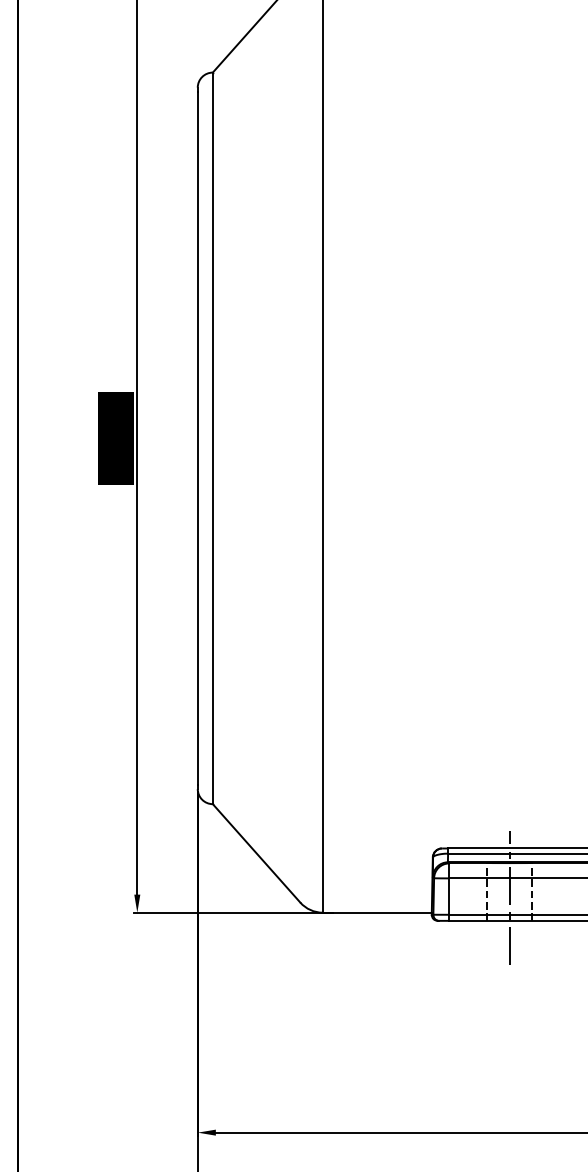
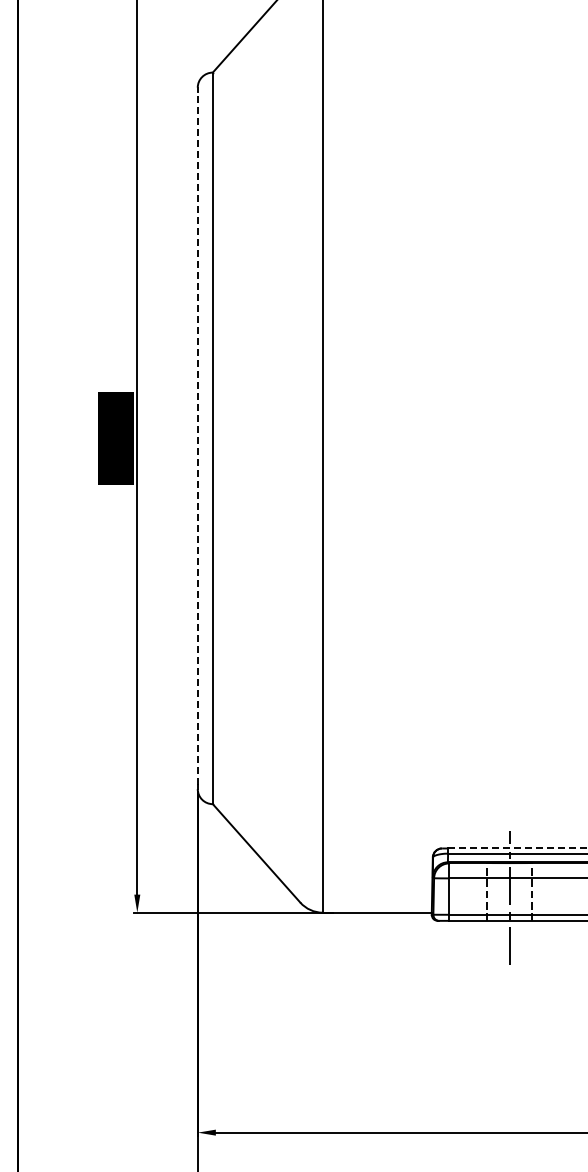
line at (197, 437): solid -> dashed
line at (517, 848): solid -> dashed
